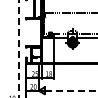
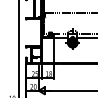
line at (19, 49): dashed -> solid
line at (71, 90): dashed -> solid
